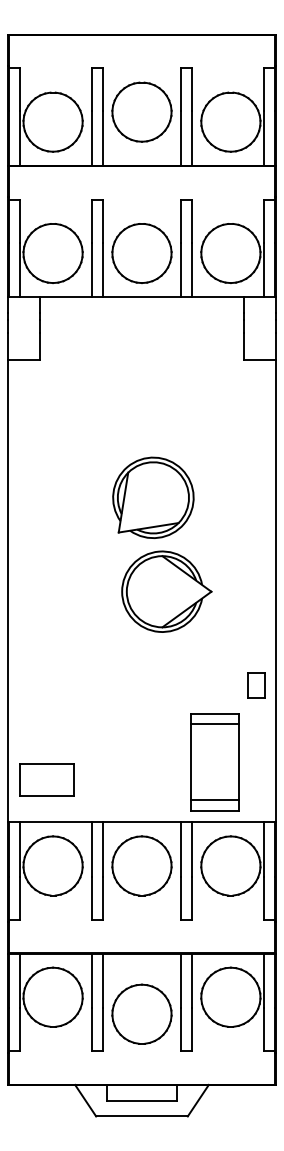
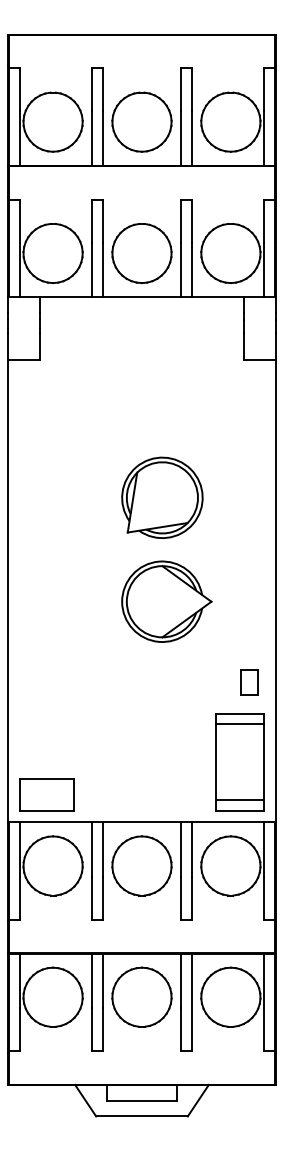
part at (141, 111) position: (141, 111) -> (141, 121)
part at (153, 497) position: (153, 497) -> (162, 497)
part at (166, 591) position: (166, 591) -> (166, 601)
part at (256, 685) position: (256, 685) -> (249, 682)
part at (214, 762) position: (214, 762) -> (239, 762)
part at (46, 779) position: (46, 779) -> (46, 794)
part at (141, 1013) position: (141, 1013) -> (141, 996)
